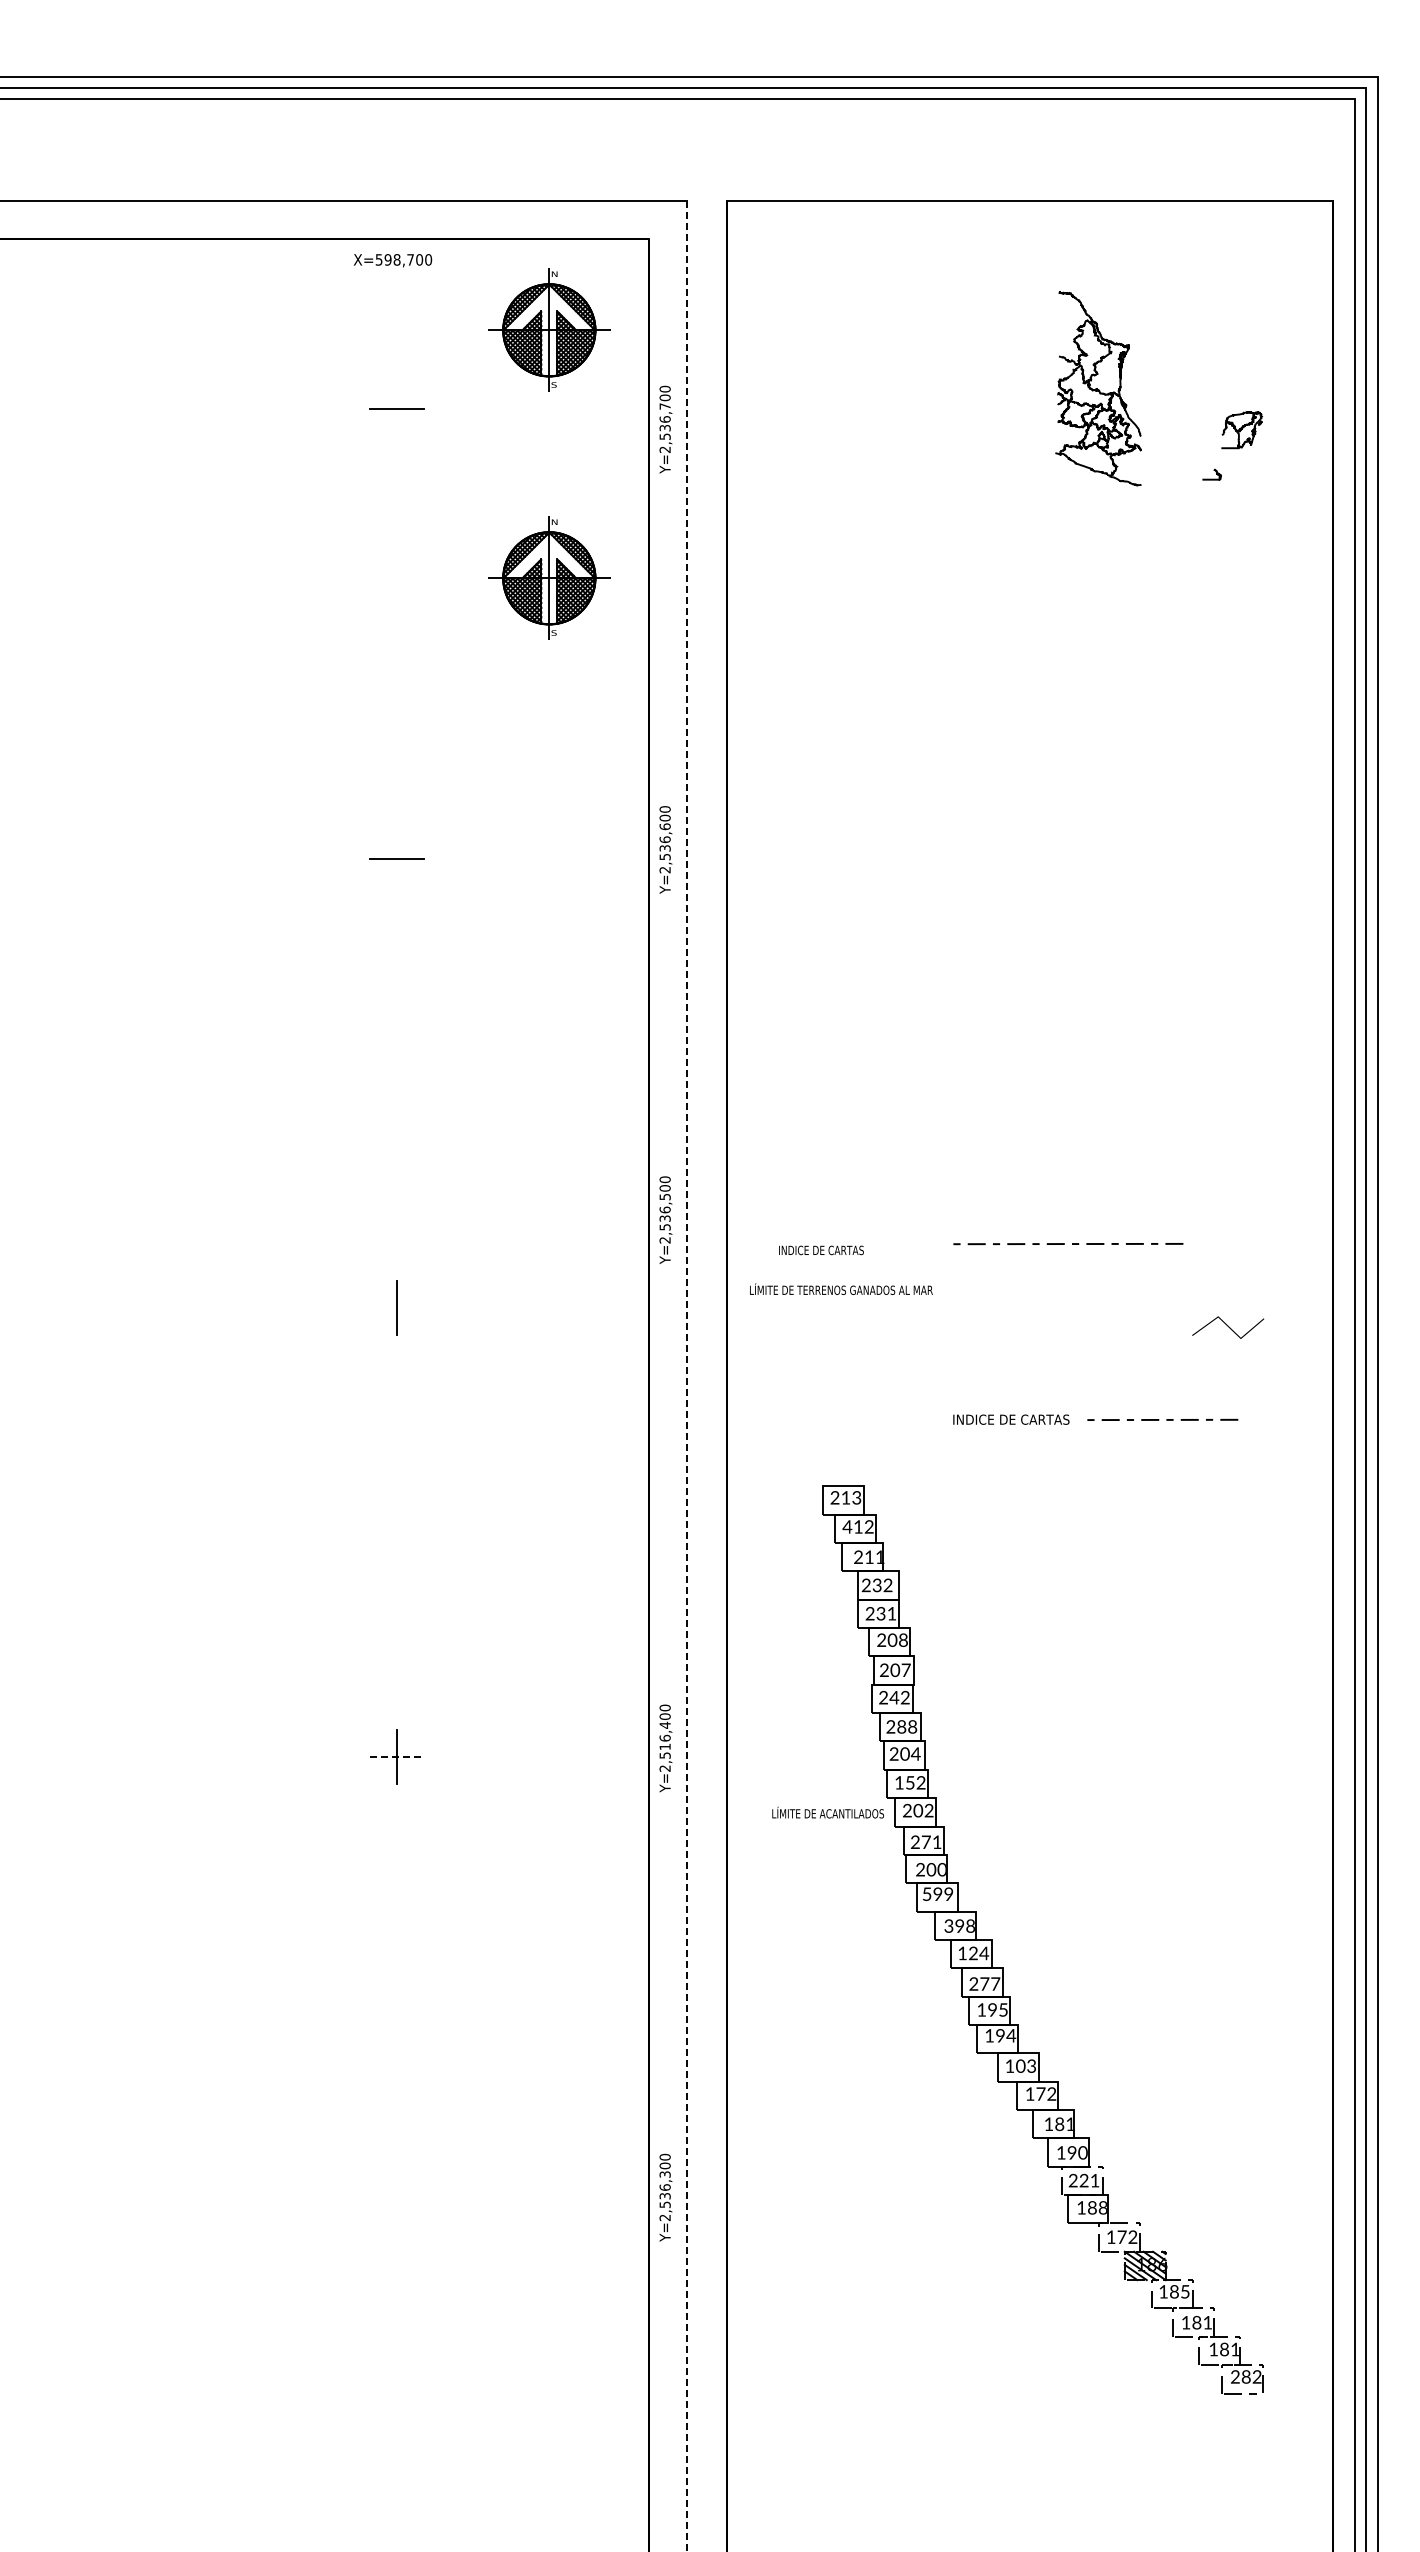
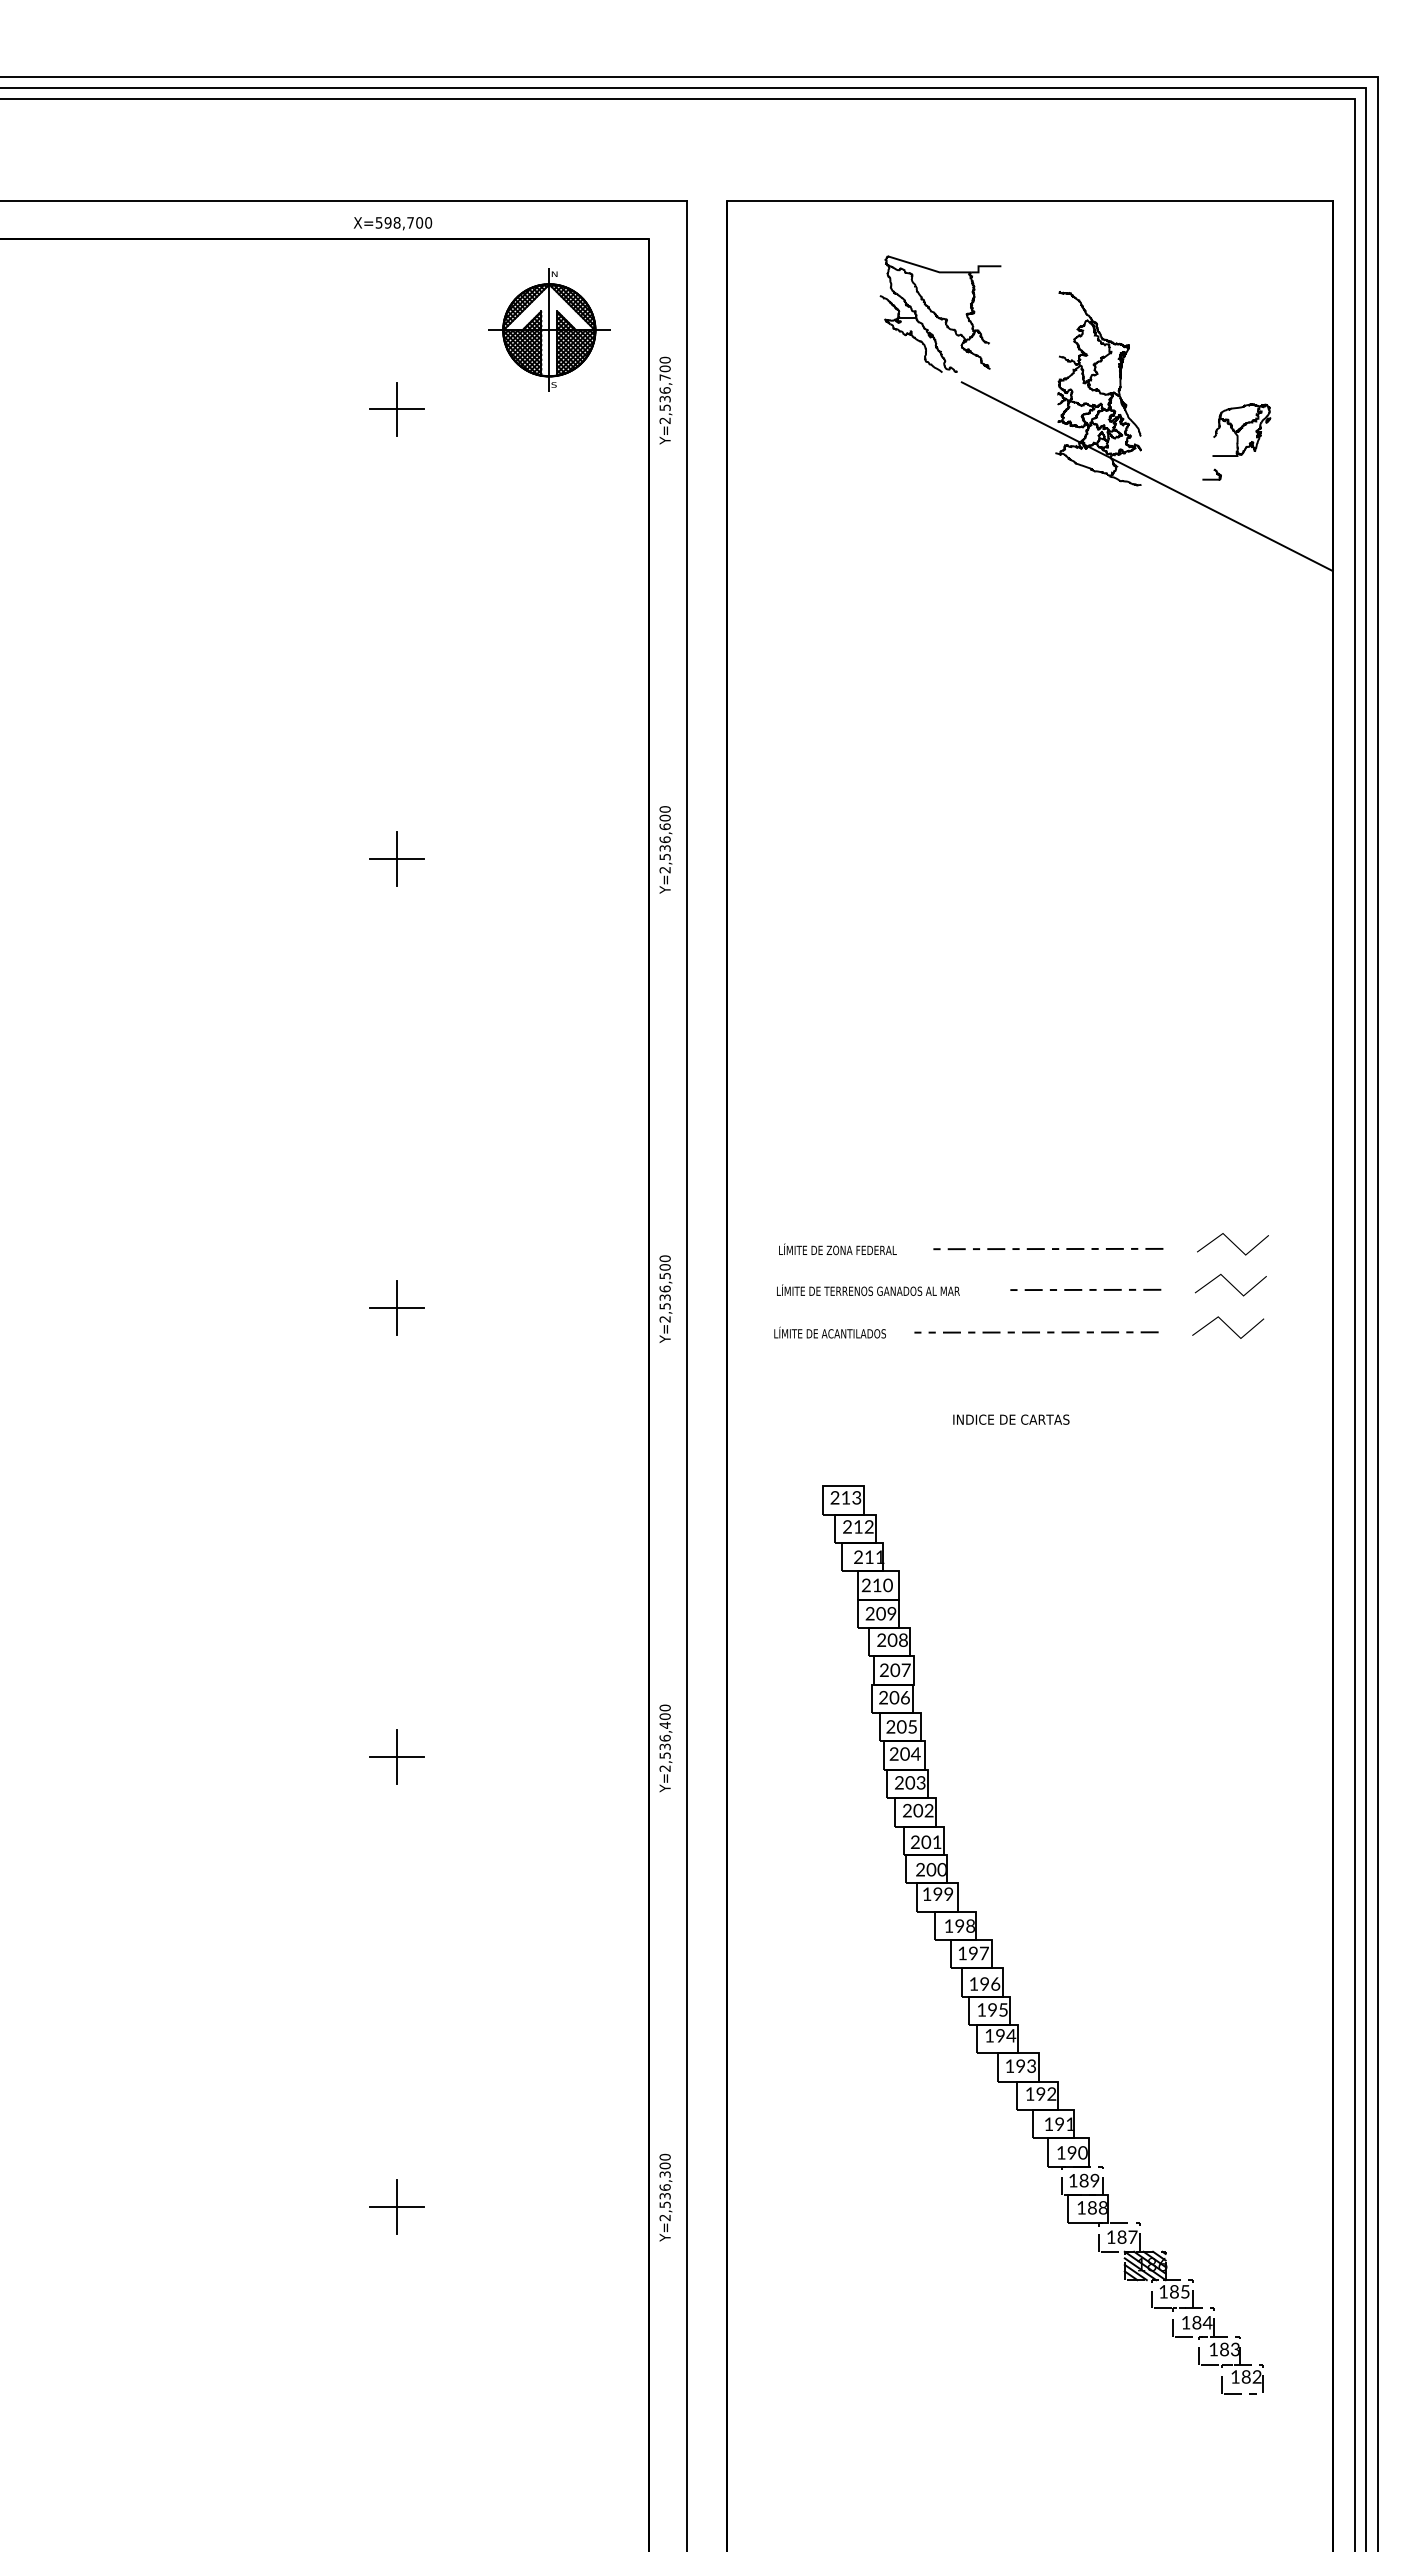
text at (392, 260) position: (392, 260) -> (392, 223)
part at (940, 313): none -> present
line at (397, 409): none -> present
text at (665, 429) position: (665, 429) -> (665, 400)
part at (1242, 430) size: 43x39 px -> 60x54 px
line at (1146, 476): none -> present
part at (549, 577): present -> none
line at (397, 858): none -> present
text at (665, 1219) position: (665, 1219) -> (665, 1298)
line at (1232, 1243): none -> present
line at (1064, 1244) position: (1064, 1244) -> (1044, 1249)
text at (838, 1249): INDICE DE CARTAS -> LÍMITE DE ZONA FEDERAL
line at (1230, 1284): none -> present
text at (841, 1288) position: (841, 1288) -> (868, 1289)
line at (397, 1308): none -> present
line at (1036, 1332): none -> present
line at (687, 1376): dashed -> solid
line at (1159, 1419) position: (1159, 1419) -> (1082, 1289)
text at (847, 1526): 412 -> 212
text at (882, 1585): 232 -> 210
text at (886, 1613): 231 -> 209
text at (899, 1697): 242 -> 206
text at (907, 1726): 288 -> 205
text at (664, 1746): Y=2,516,400 -> Y=2,536,400
line at (397, 1757): dashed -> solid
text at (910, 1782): 152 -> 203
text at (827, 1812) position: (827, 1812) -> (829, 1332)
text at (926, 1841): 271 -> 201
text at (927, 1894): 599 -> 199
text at (948, 1925): 398 -> 198
text at (979, 1953): 124 -> 197
text at (984, 1983): 277 -> 196
text at (1020, 2066): 103 -> 193
text at (1040, 2093): 172 -> 192
text at (1059, 2124): 181 -> 191
text at (1083, 2180): 221 -> 189
part at (396, 2206): none -> present
text at (1127, 2236): 172 -> 187
text at (1207, 2322): 181 -> 184
text at (1235, 2349): 181 -> 183
text at (1235, 2376): 282 -> 182
